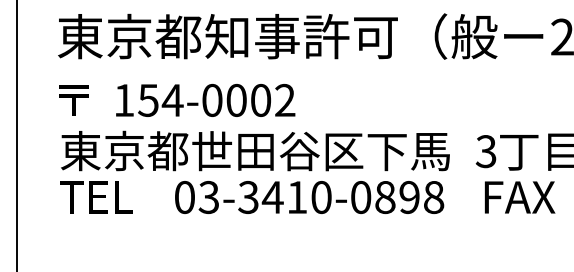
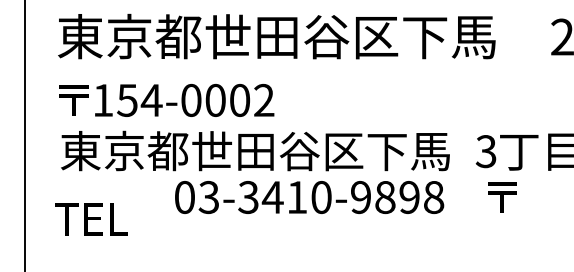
text at (374, 36): 東京都知事許可（般ー -> 東京都世田谷区下馬
text at (205, 100) position: (205, 100) -> (184, 100)
line at (17, 135) position: (17, 135) -> (25, 135)
text at (96, 197) position: (96, 197) -> (91, 219)
text at (361, 197): 03-3410-0898 -> 03-3410-9898
text at (519, 197): FAX -> 〒
